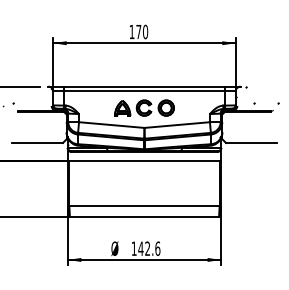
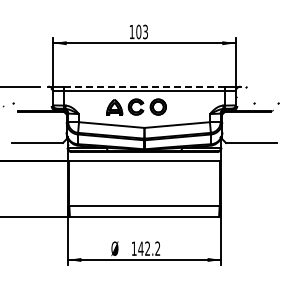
text at (142, 31): 170 -> 103
line at (144, 86): solid -> dashed
part at (144, 107) position: (144, 107) -> (136, 106)
text at (157, 248): 142.6 -> 142.2
